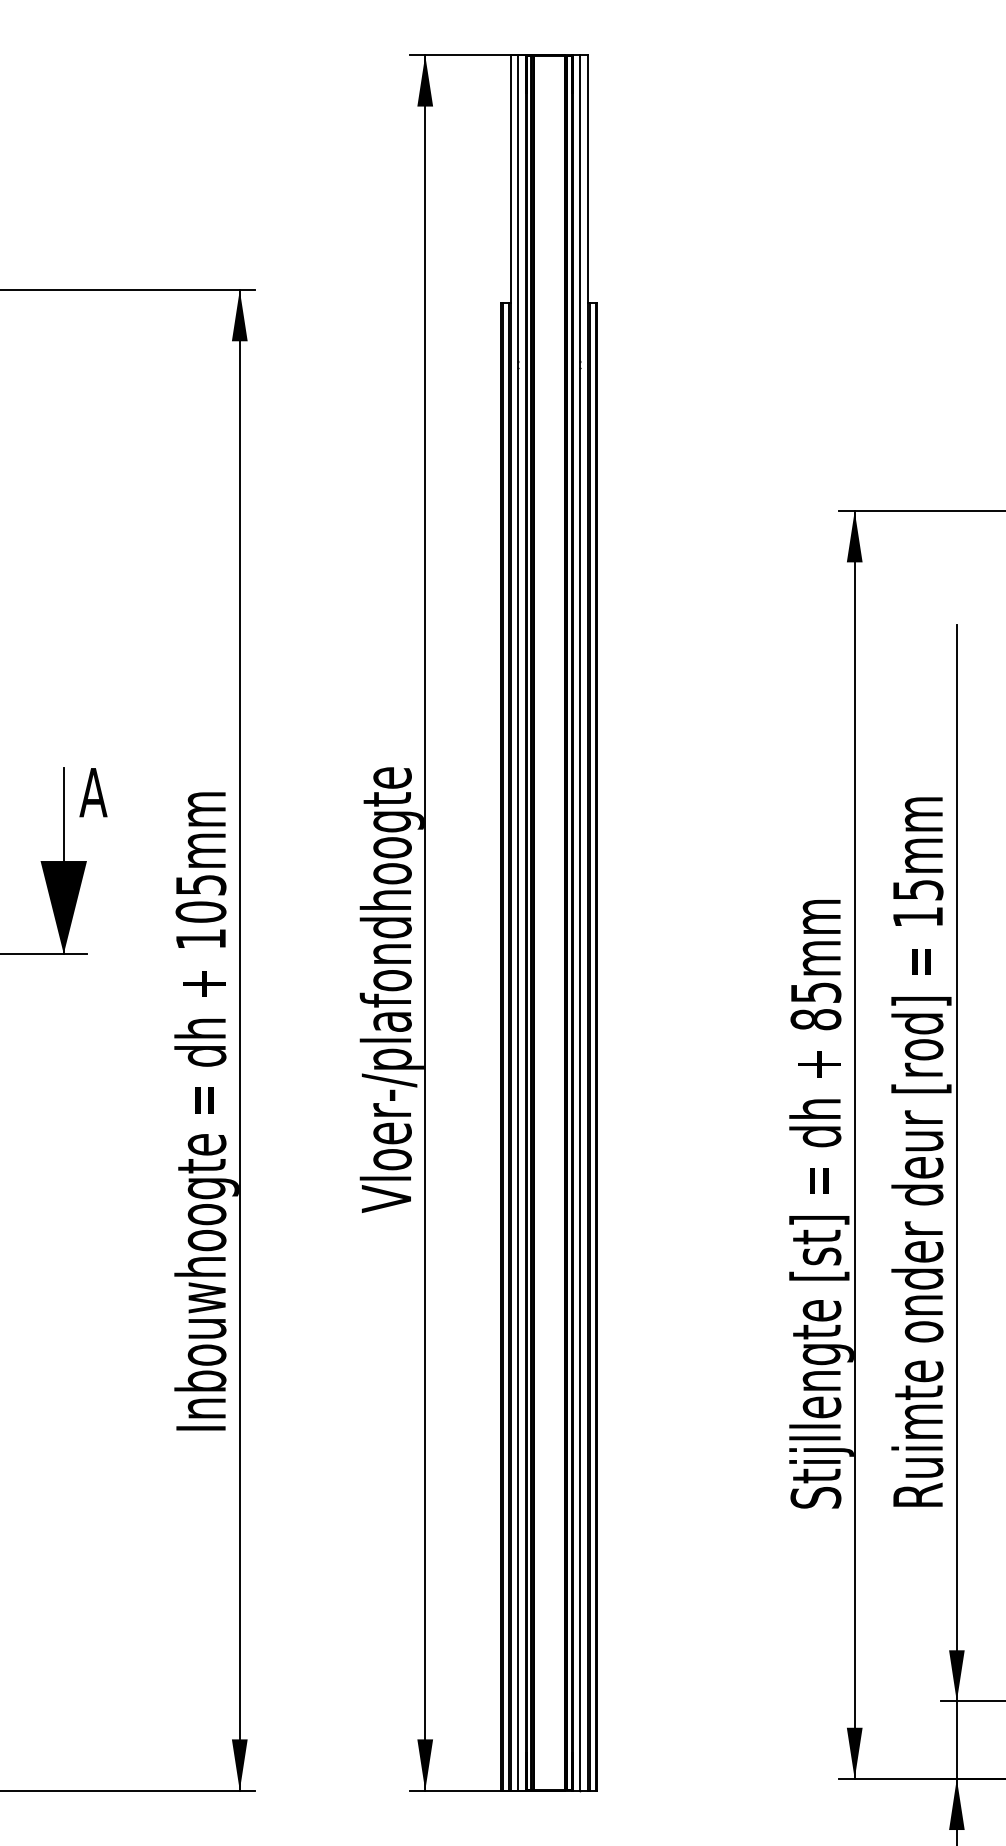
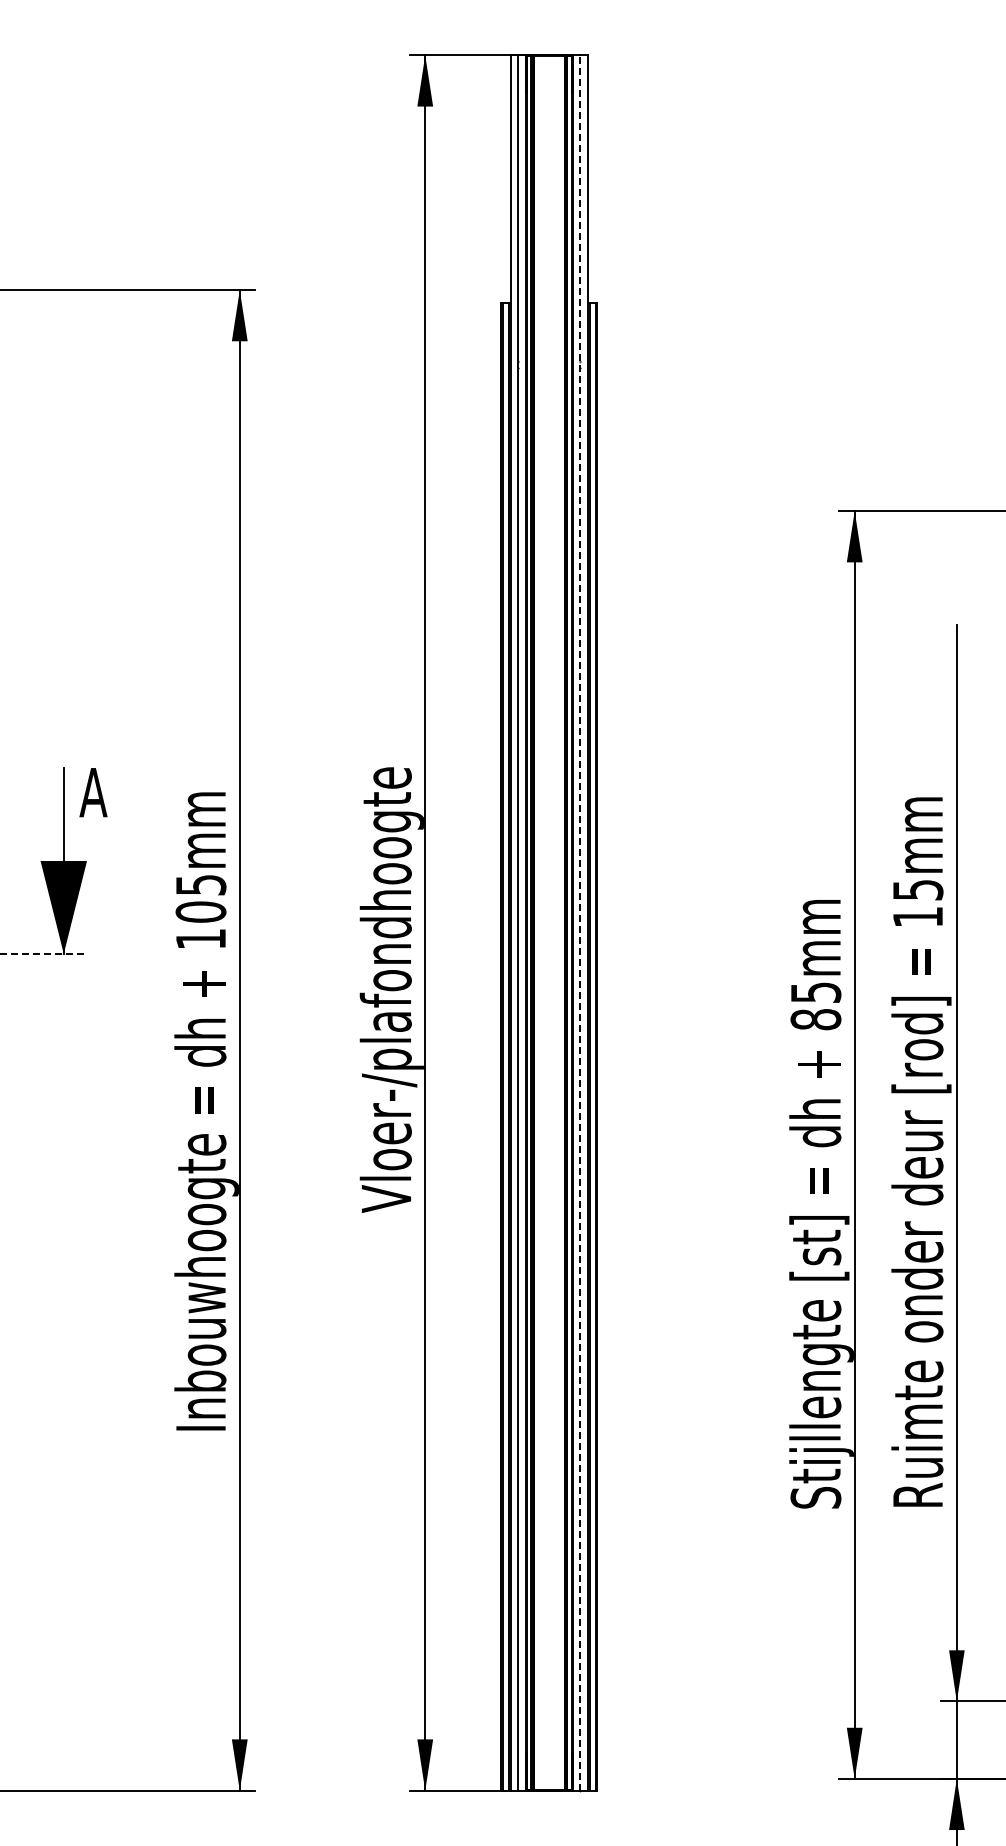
line at (580, 923): solid -> dashed
line at (44, 953): solid -> dashed
